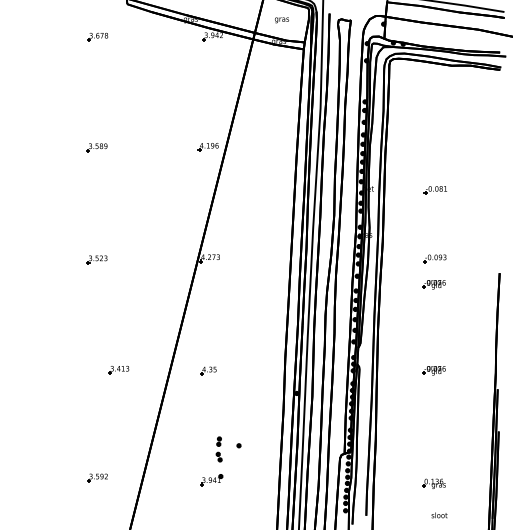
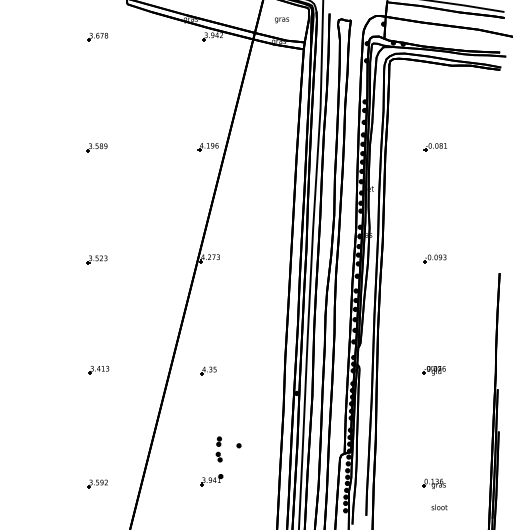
part at (434, 190) position: (434, 190) -> (434, 147)
part at (433, 284): present -> none
part at (118, 370) position: (118, 370) -> (98, 370)
part at (97, 477) position: (97, 477) -> (97, 483)
text at (439, 515) position: (439, 515) -> (439, 507)
